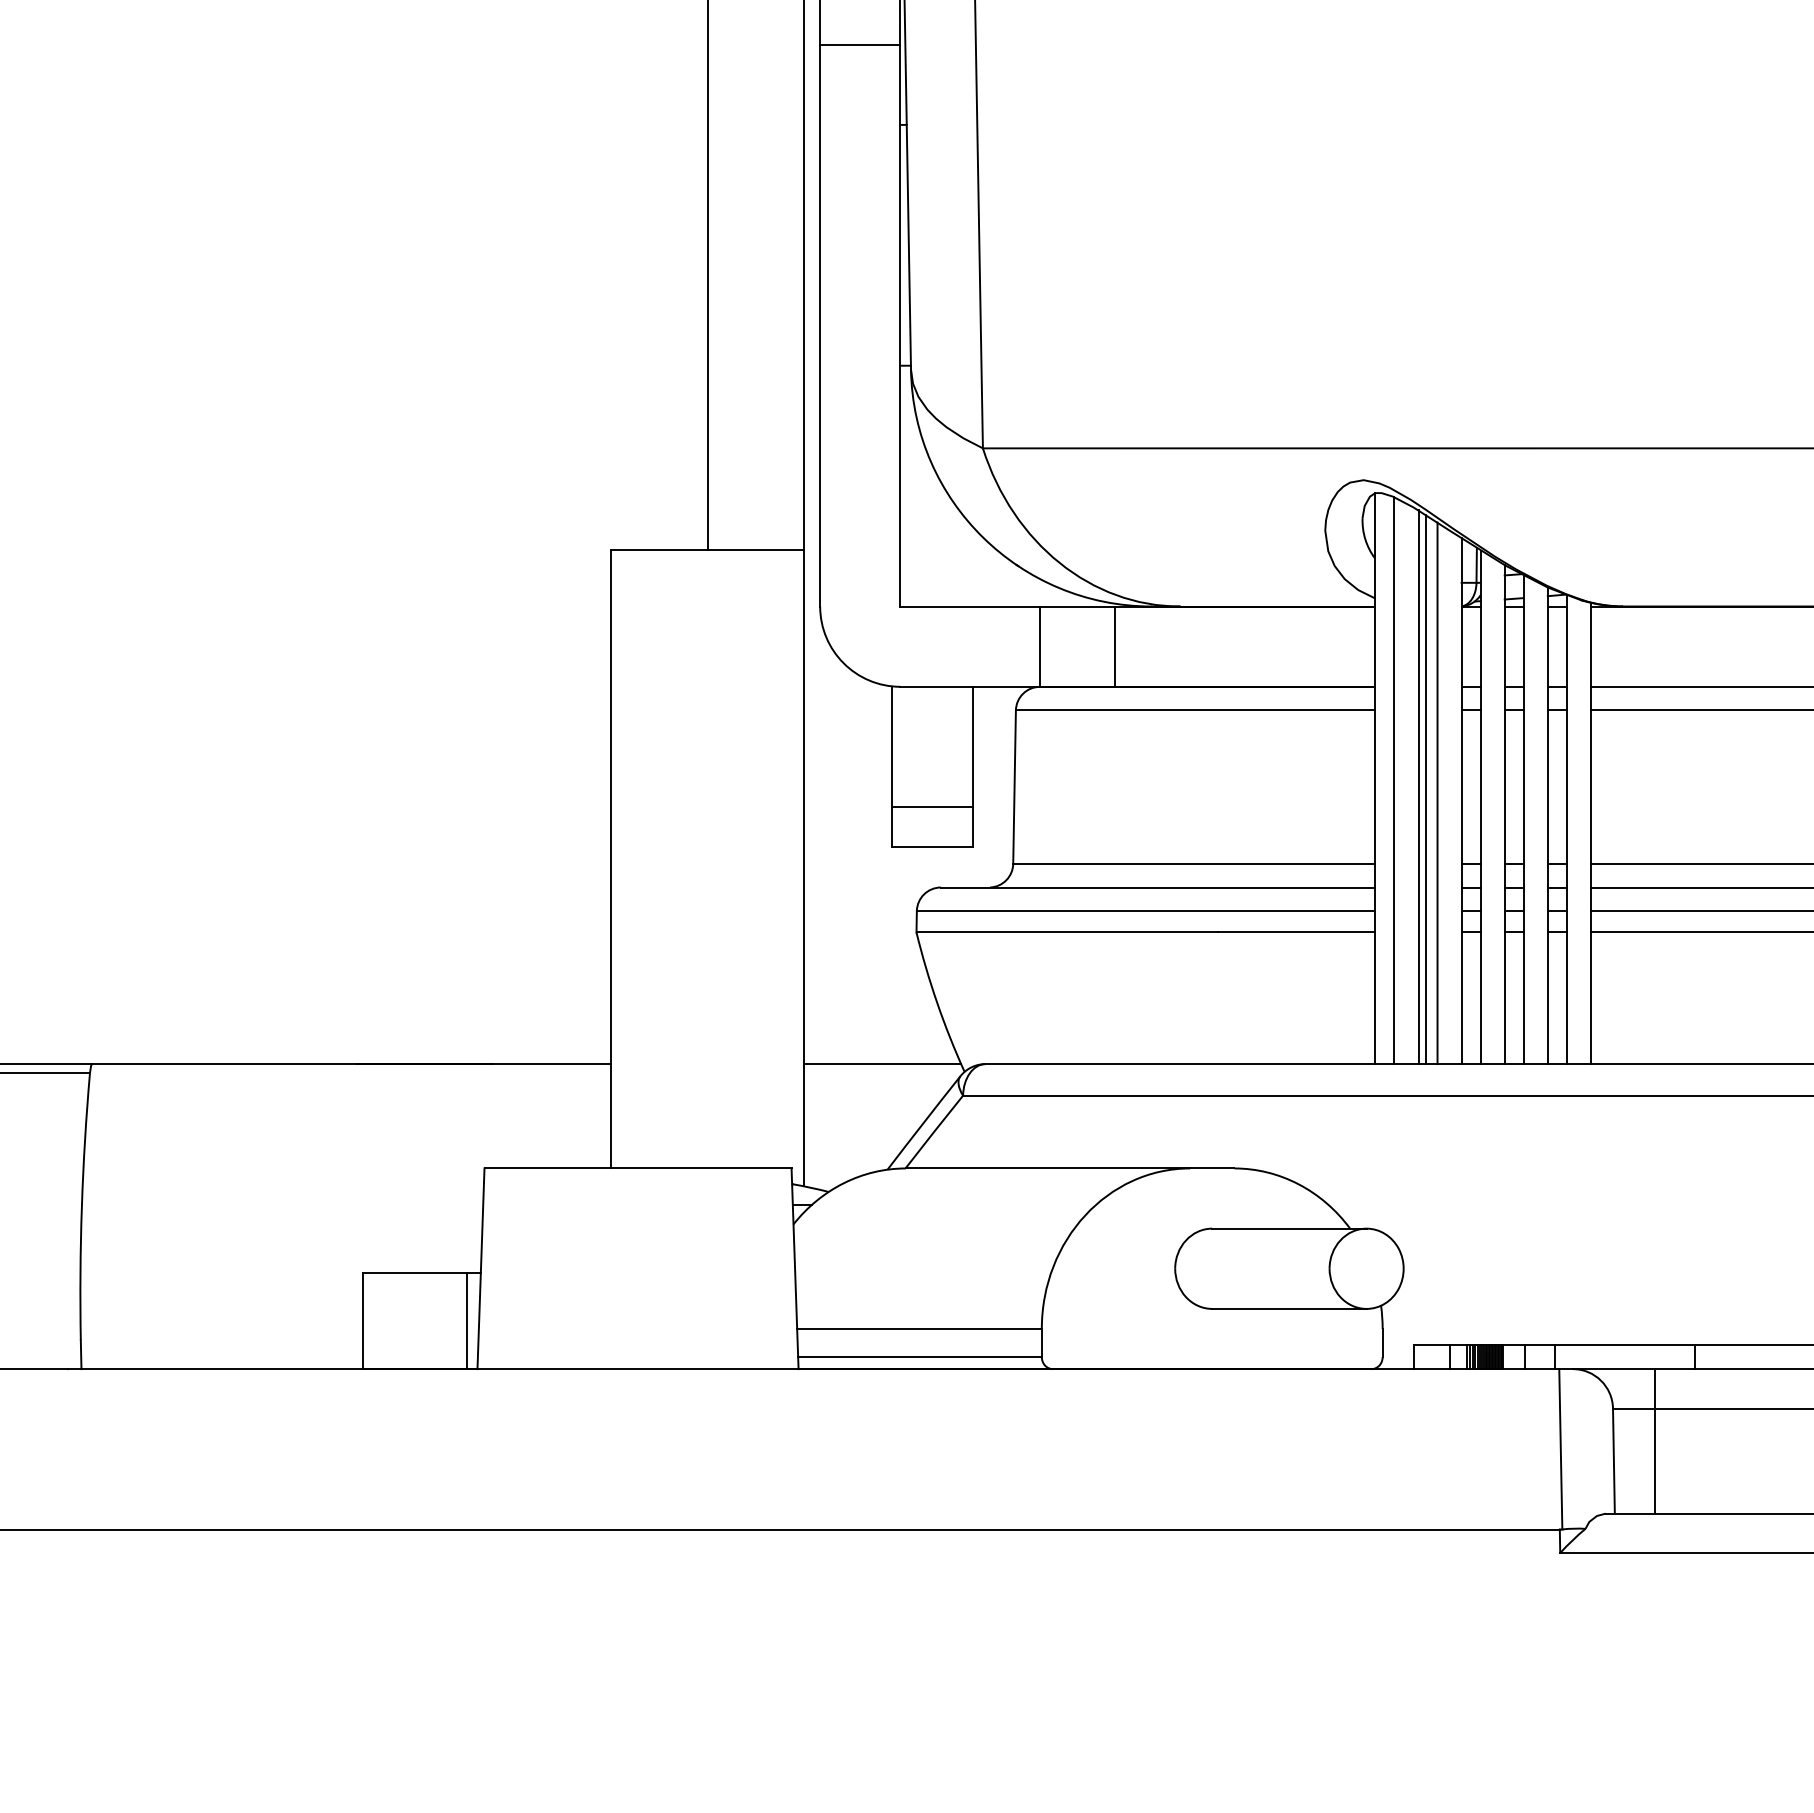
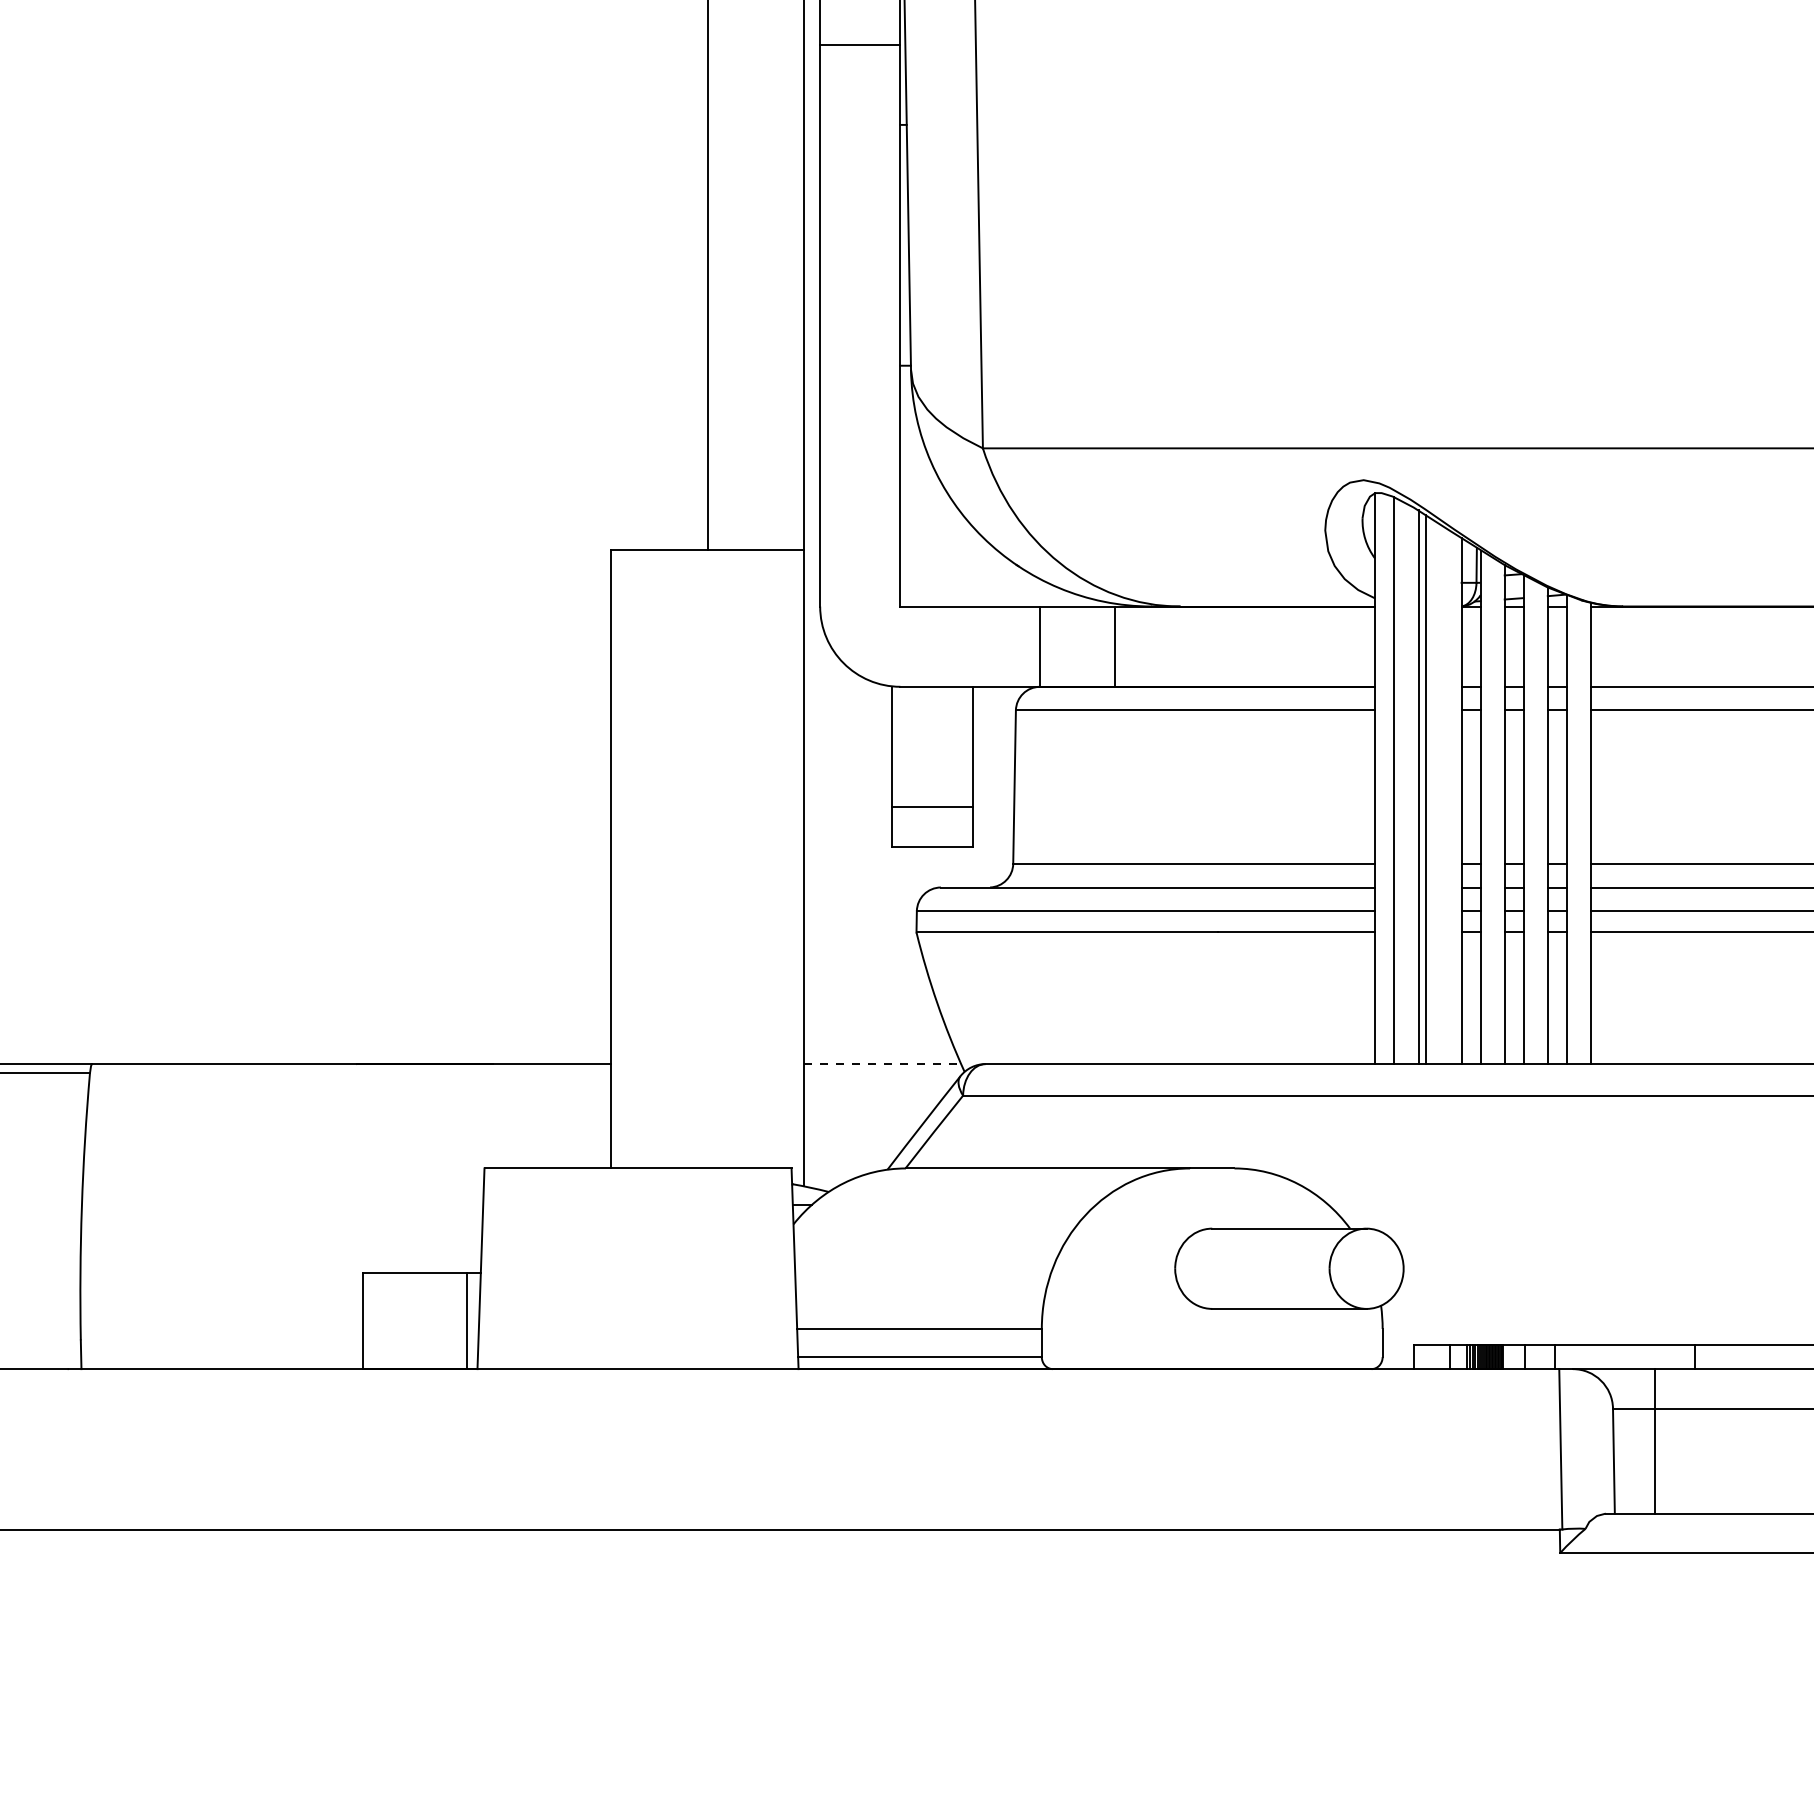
line at (1437, 793): present -> none
line at (882, 1064): solid -> dashed
